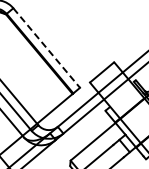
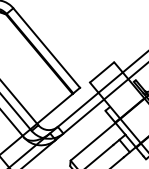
line at (46, 48): dashed -> solid
